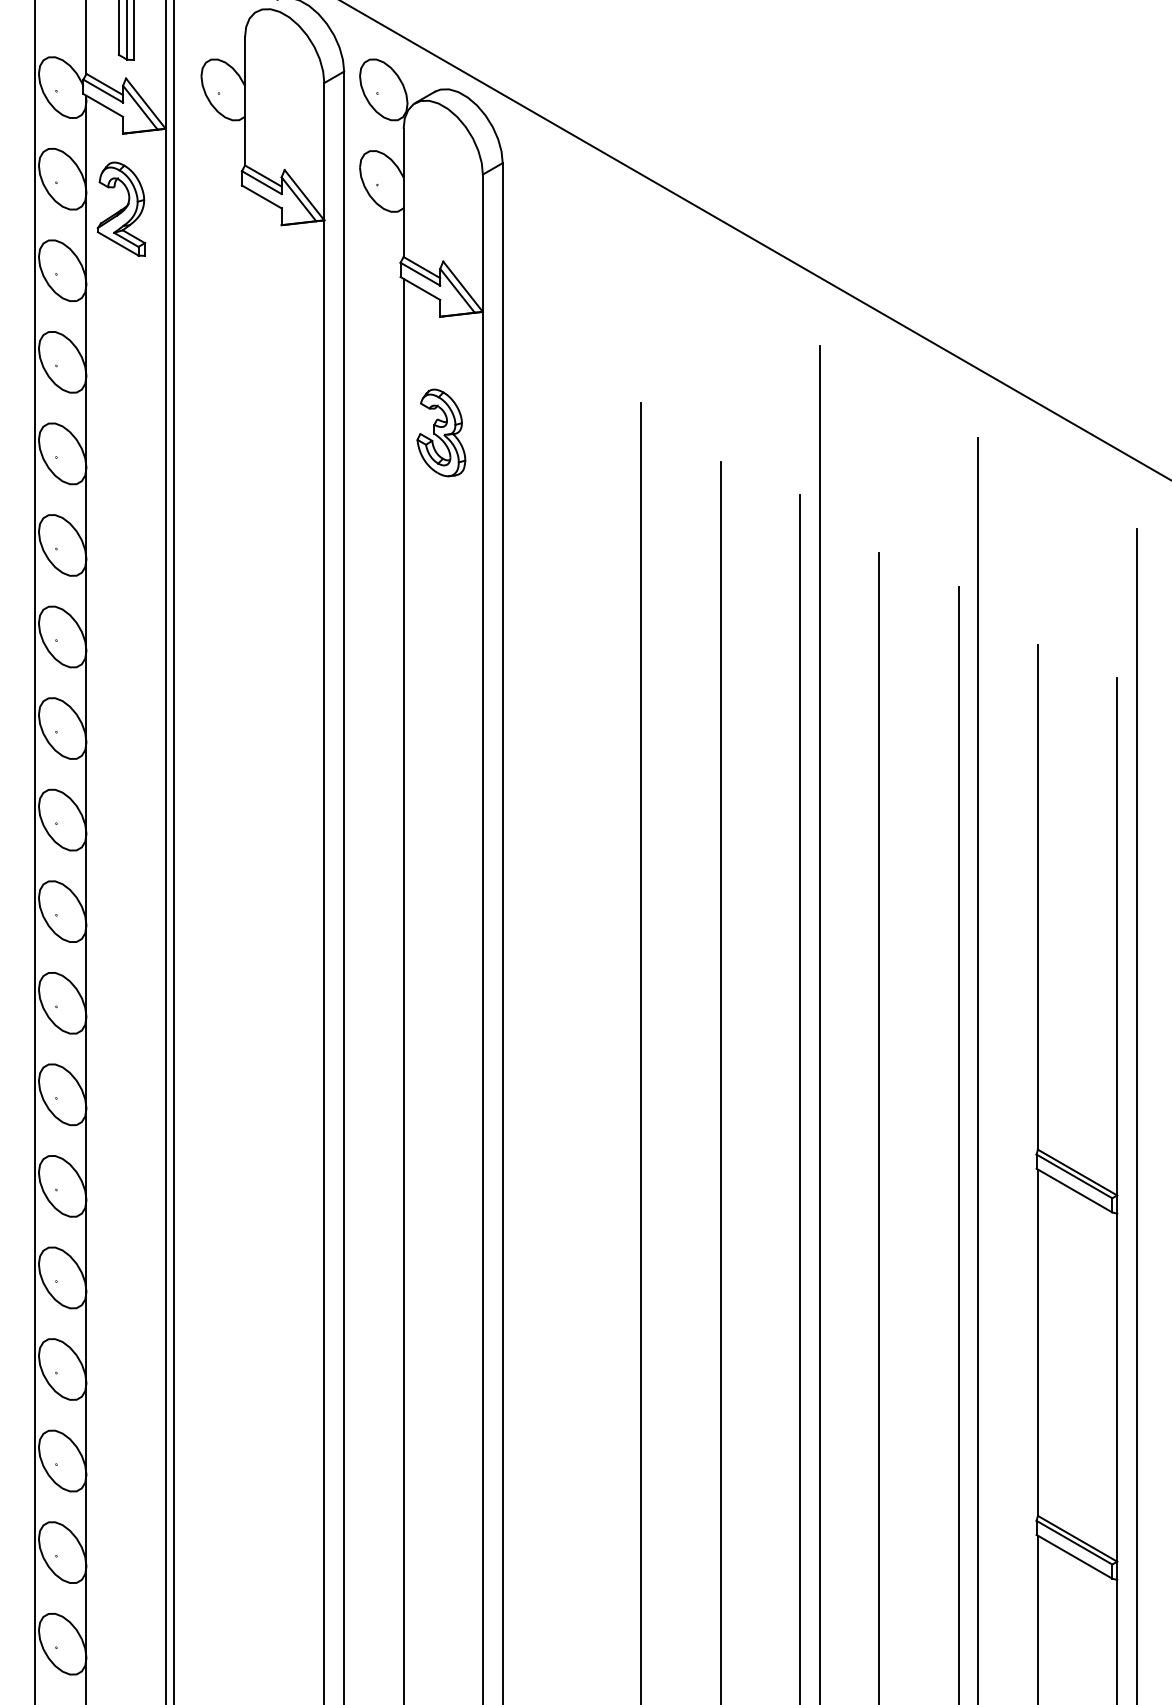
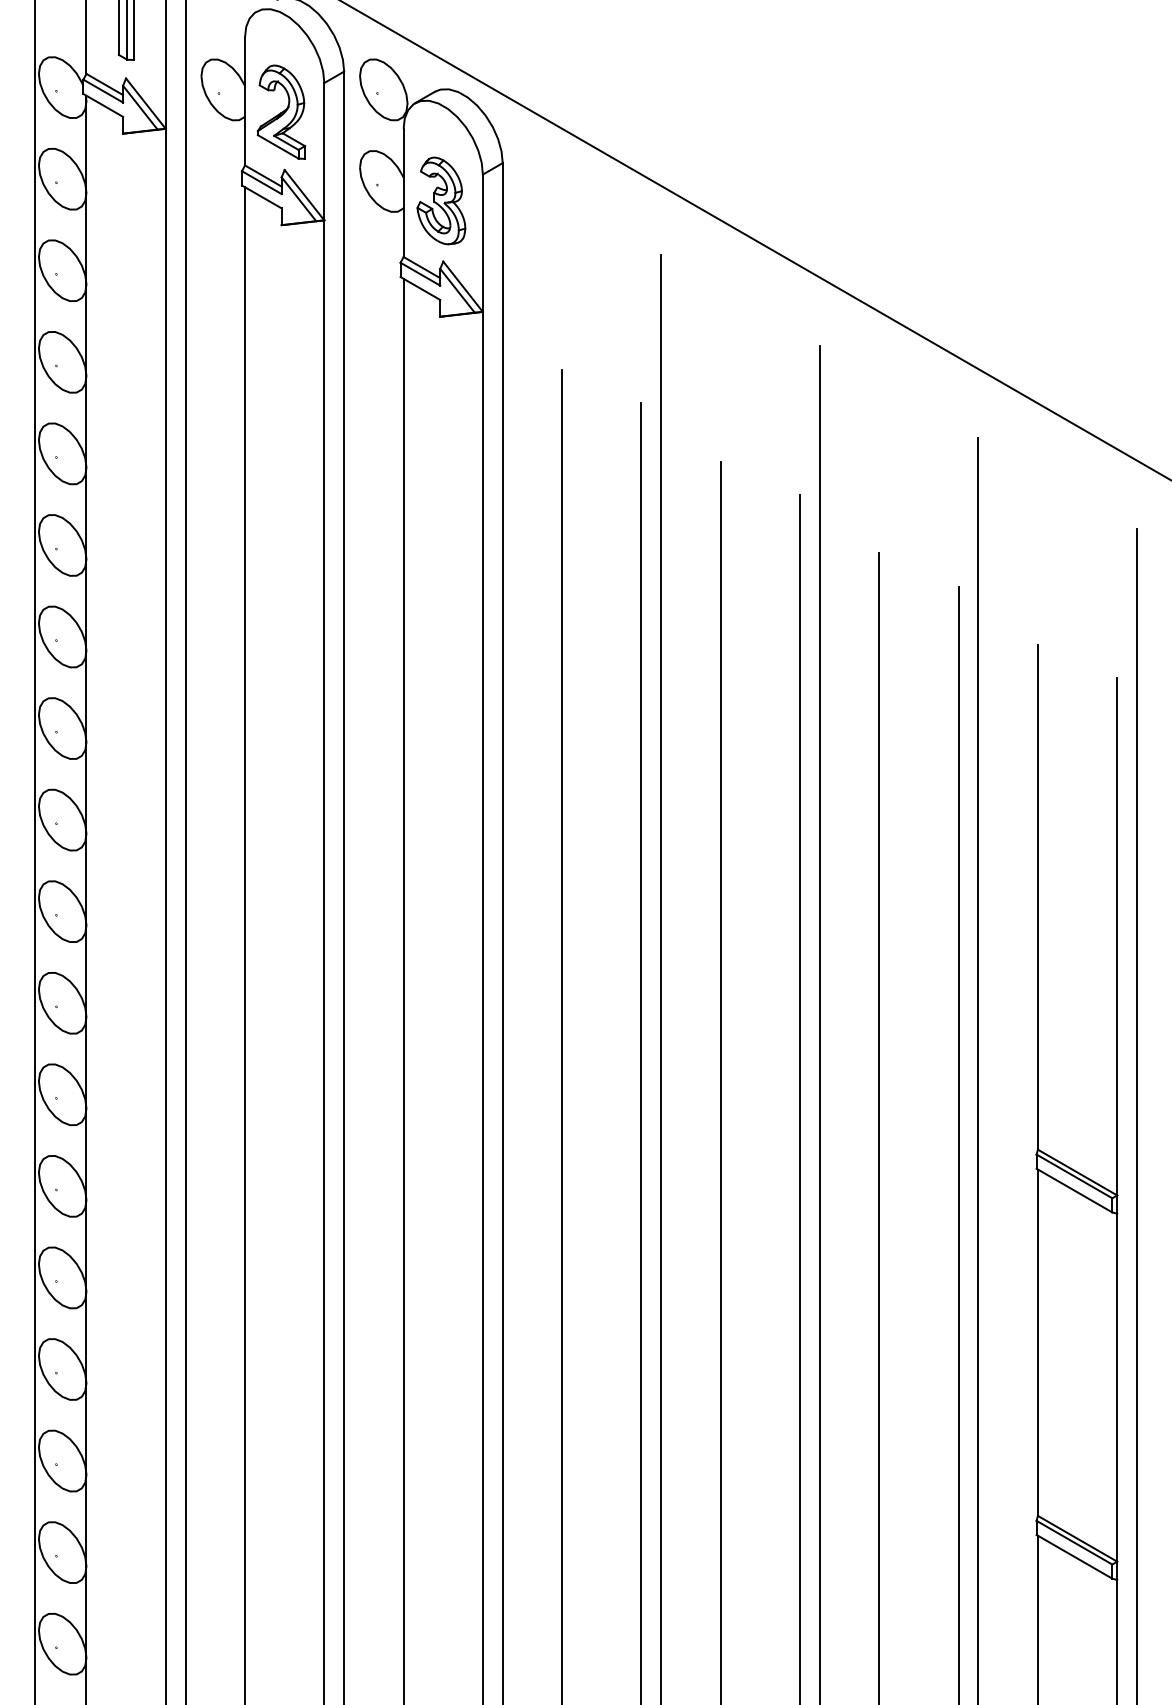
part at (121, 208) position: (121, 208) -> (281, 111)
part at (441, 432) position: (441, 432) -> (441, 200)
line at (173, 851) position: (173, 851) -> (185, 851)
line at (245, 944): none -> present
line at (661, 977): none -> present
line at (562, 1035): none -> present
